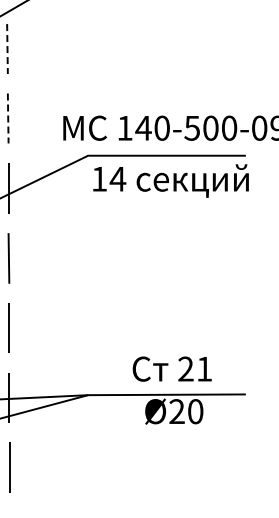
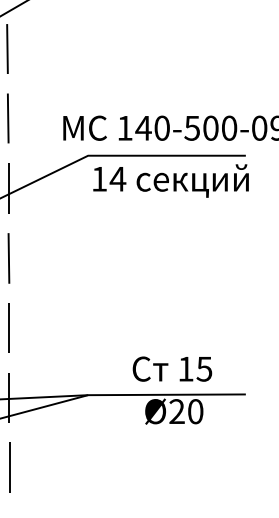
line at (7, 49): dashed -> solid
line at (8, 118): dashed -> solid
text at (195, 368): 21 -> 15
